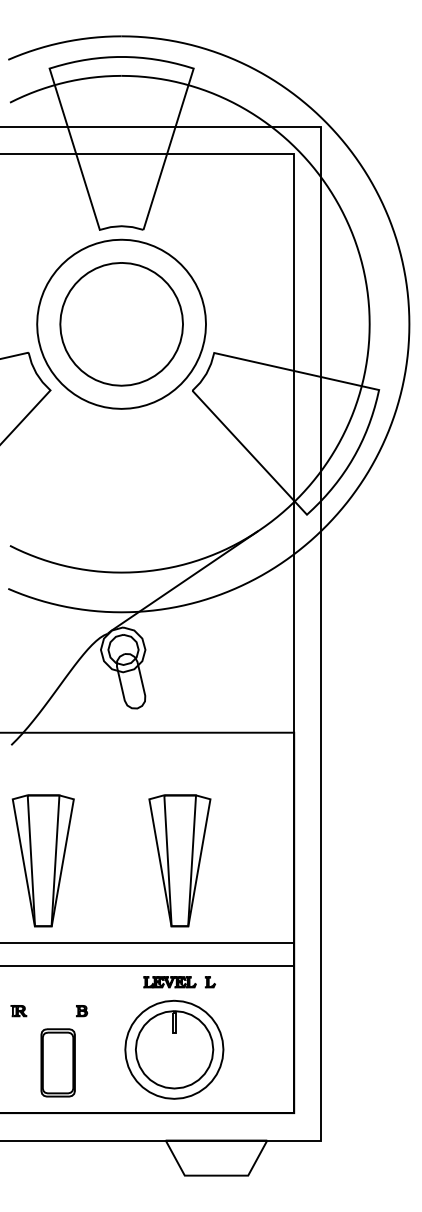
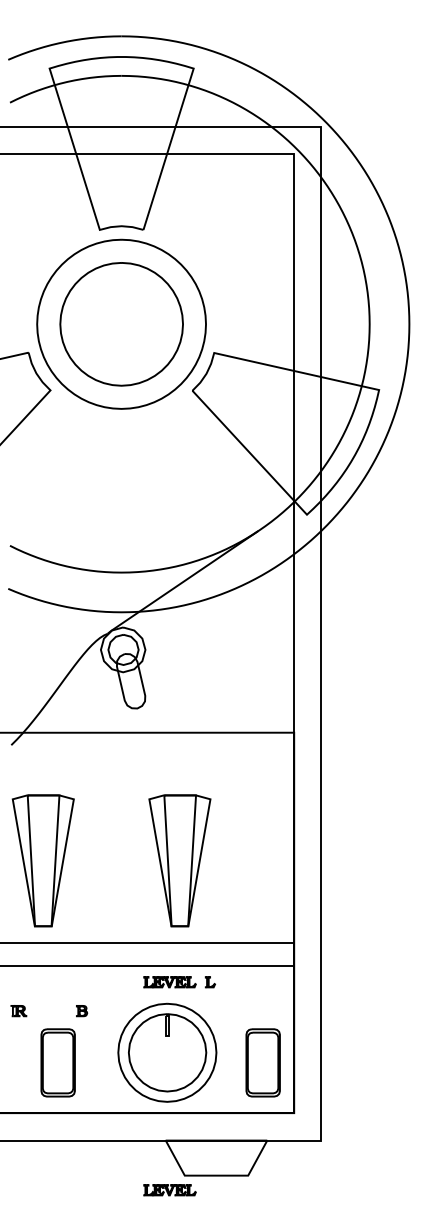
part at (174, 1049) position: (174, 1049) -> (167, 1052)
part at (262, 1062): none -> present
part at (169, 1190): none -> present
